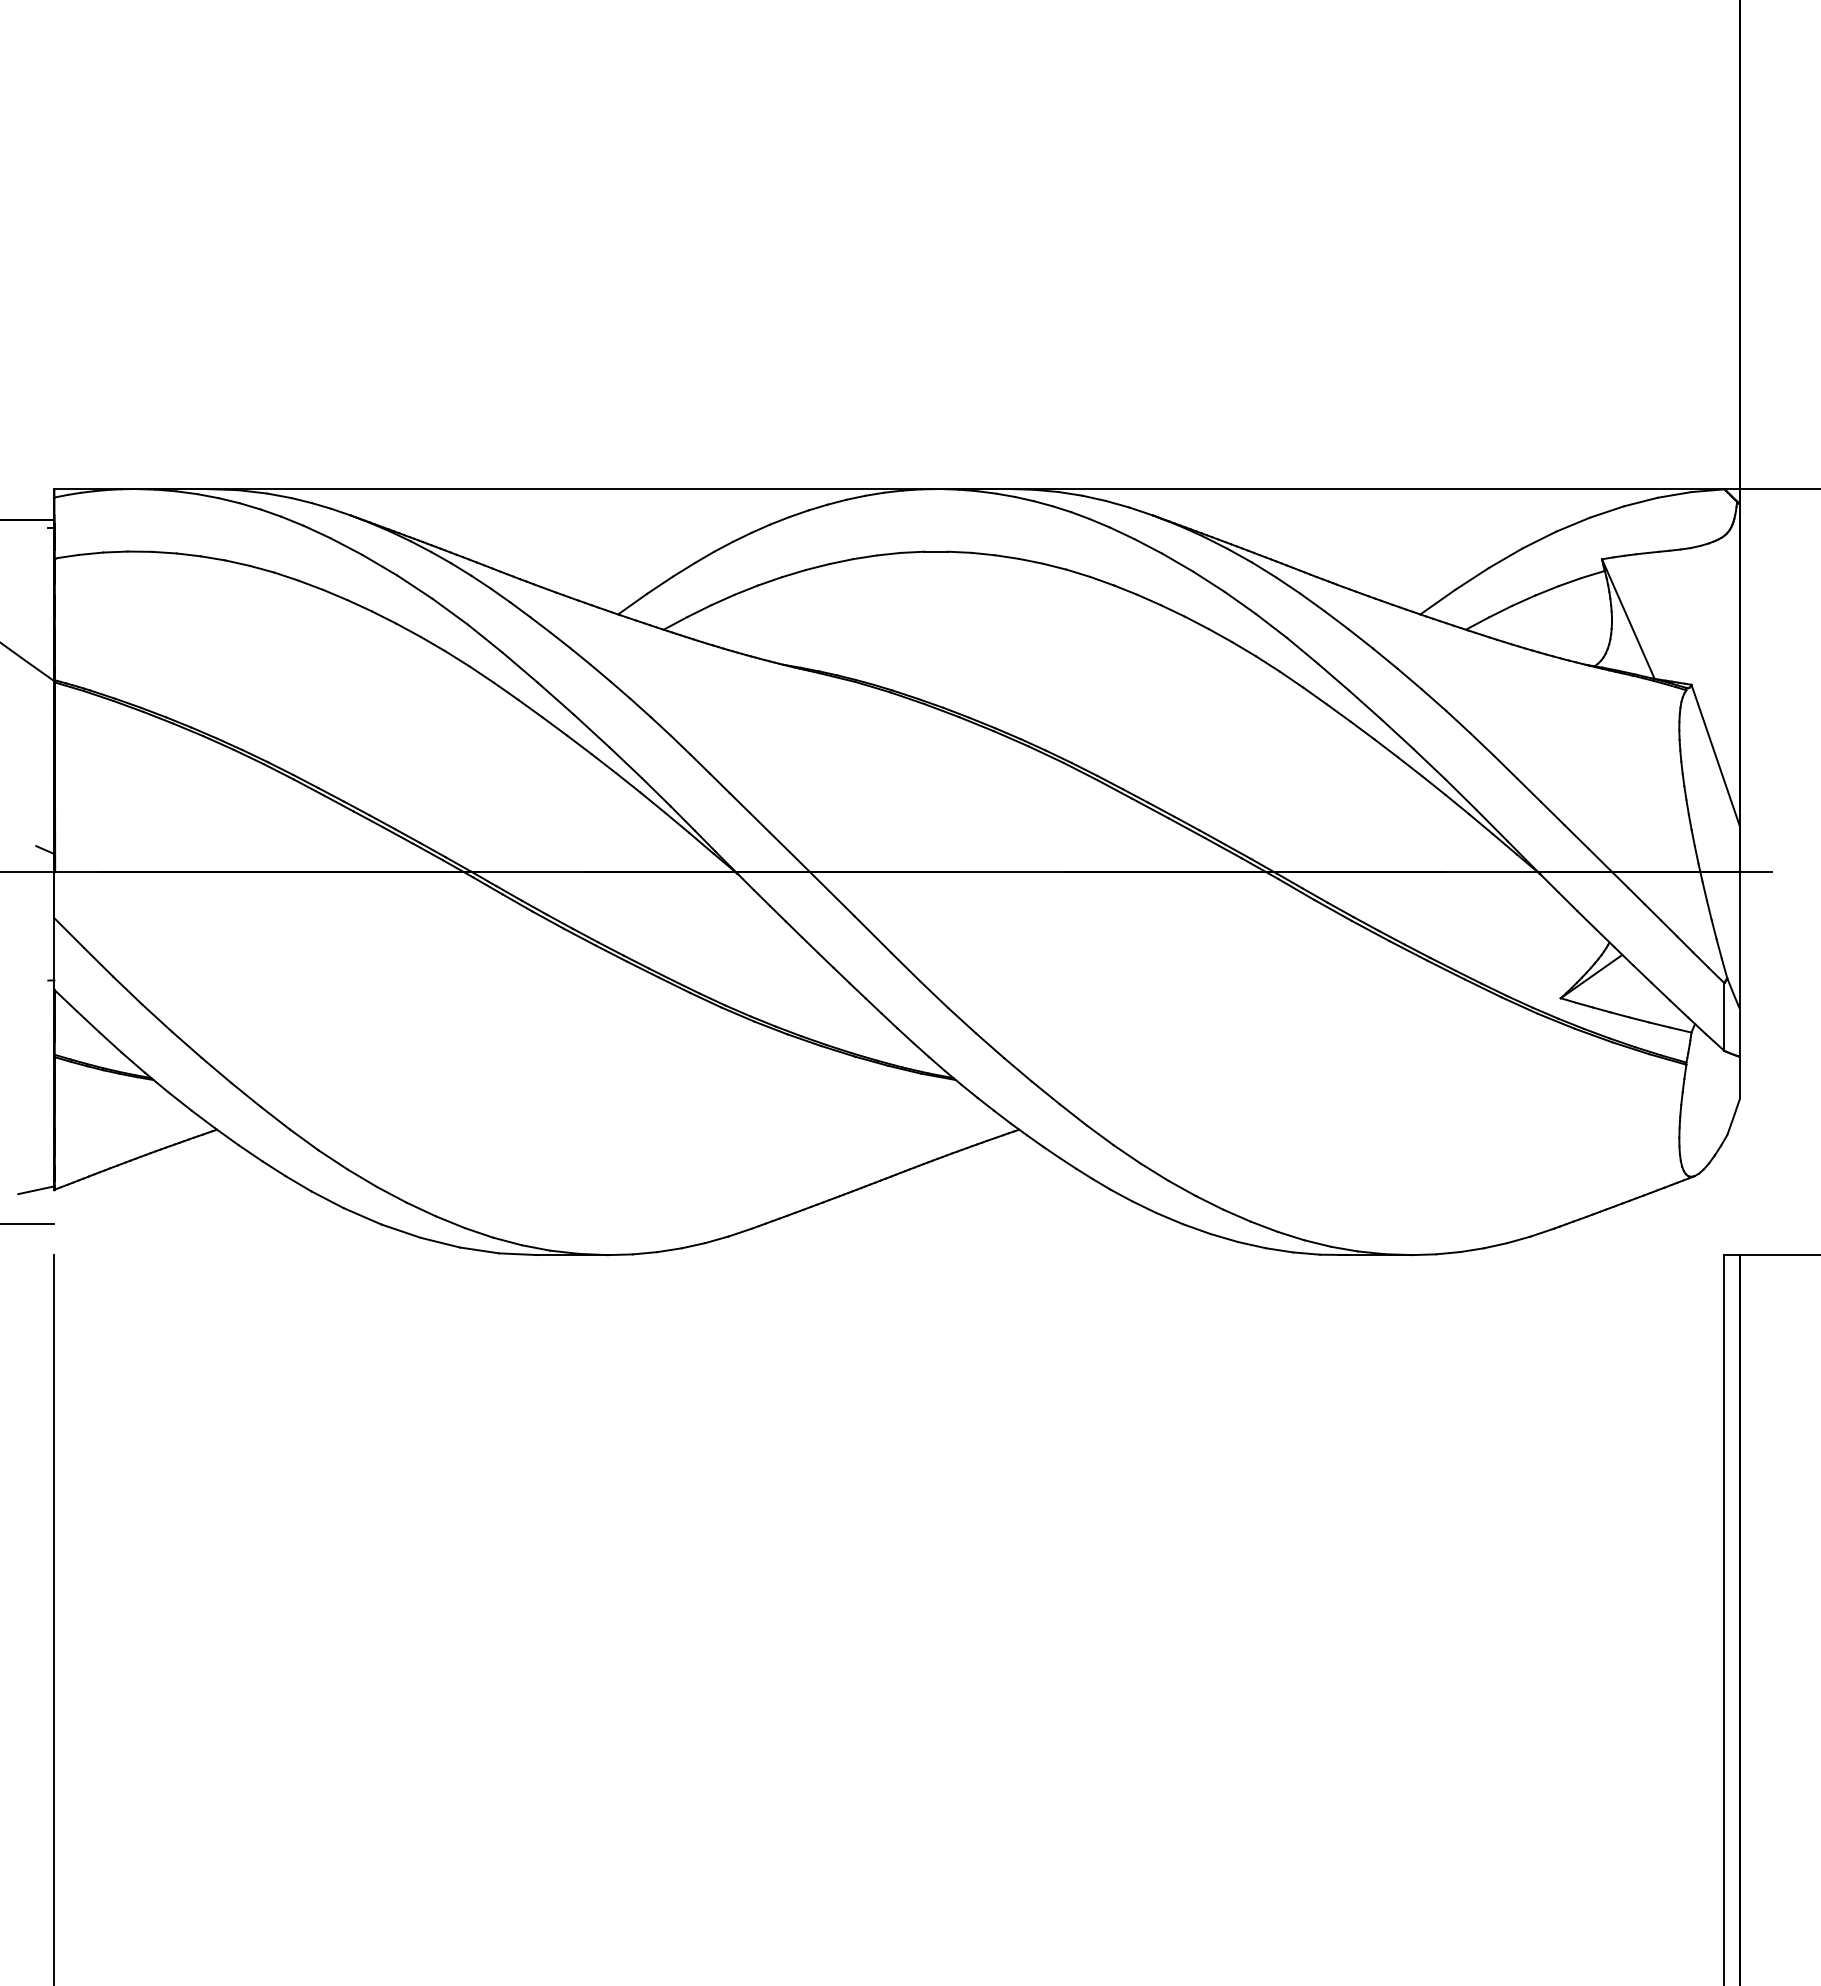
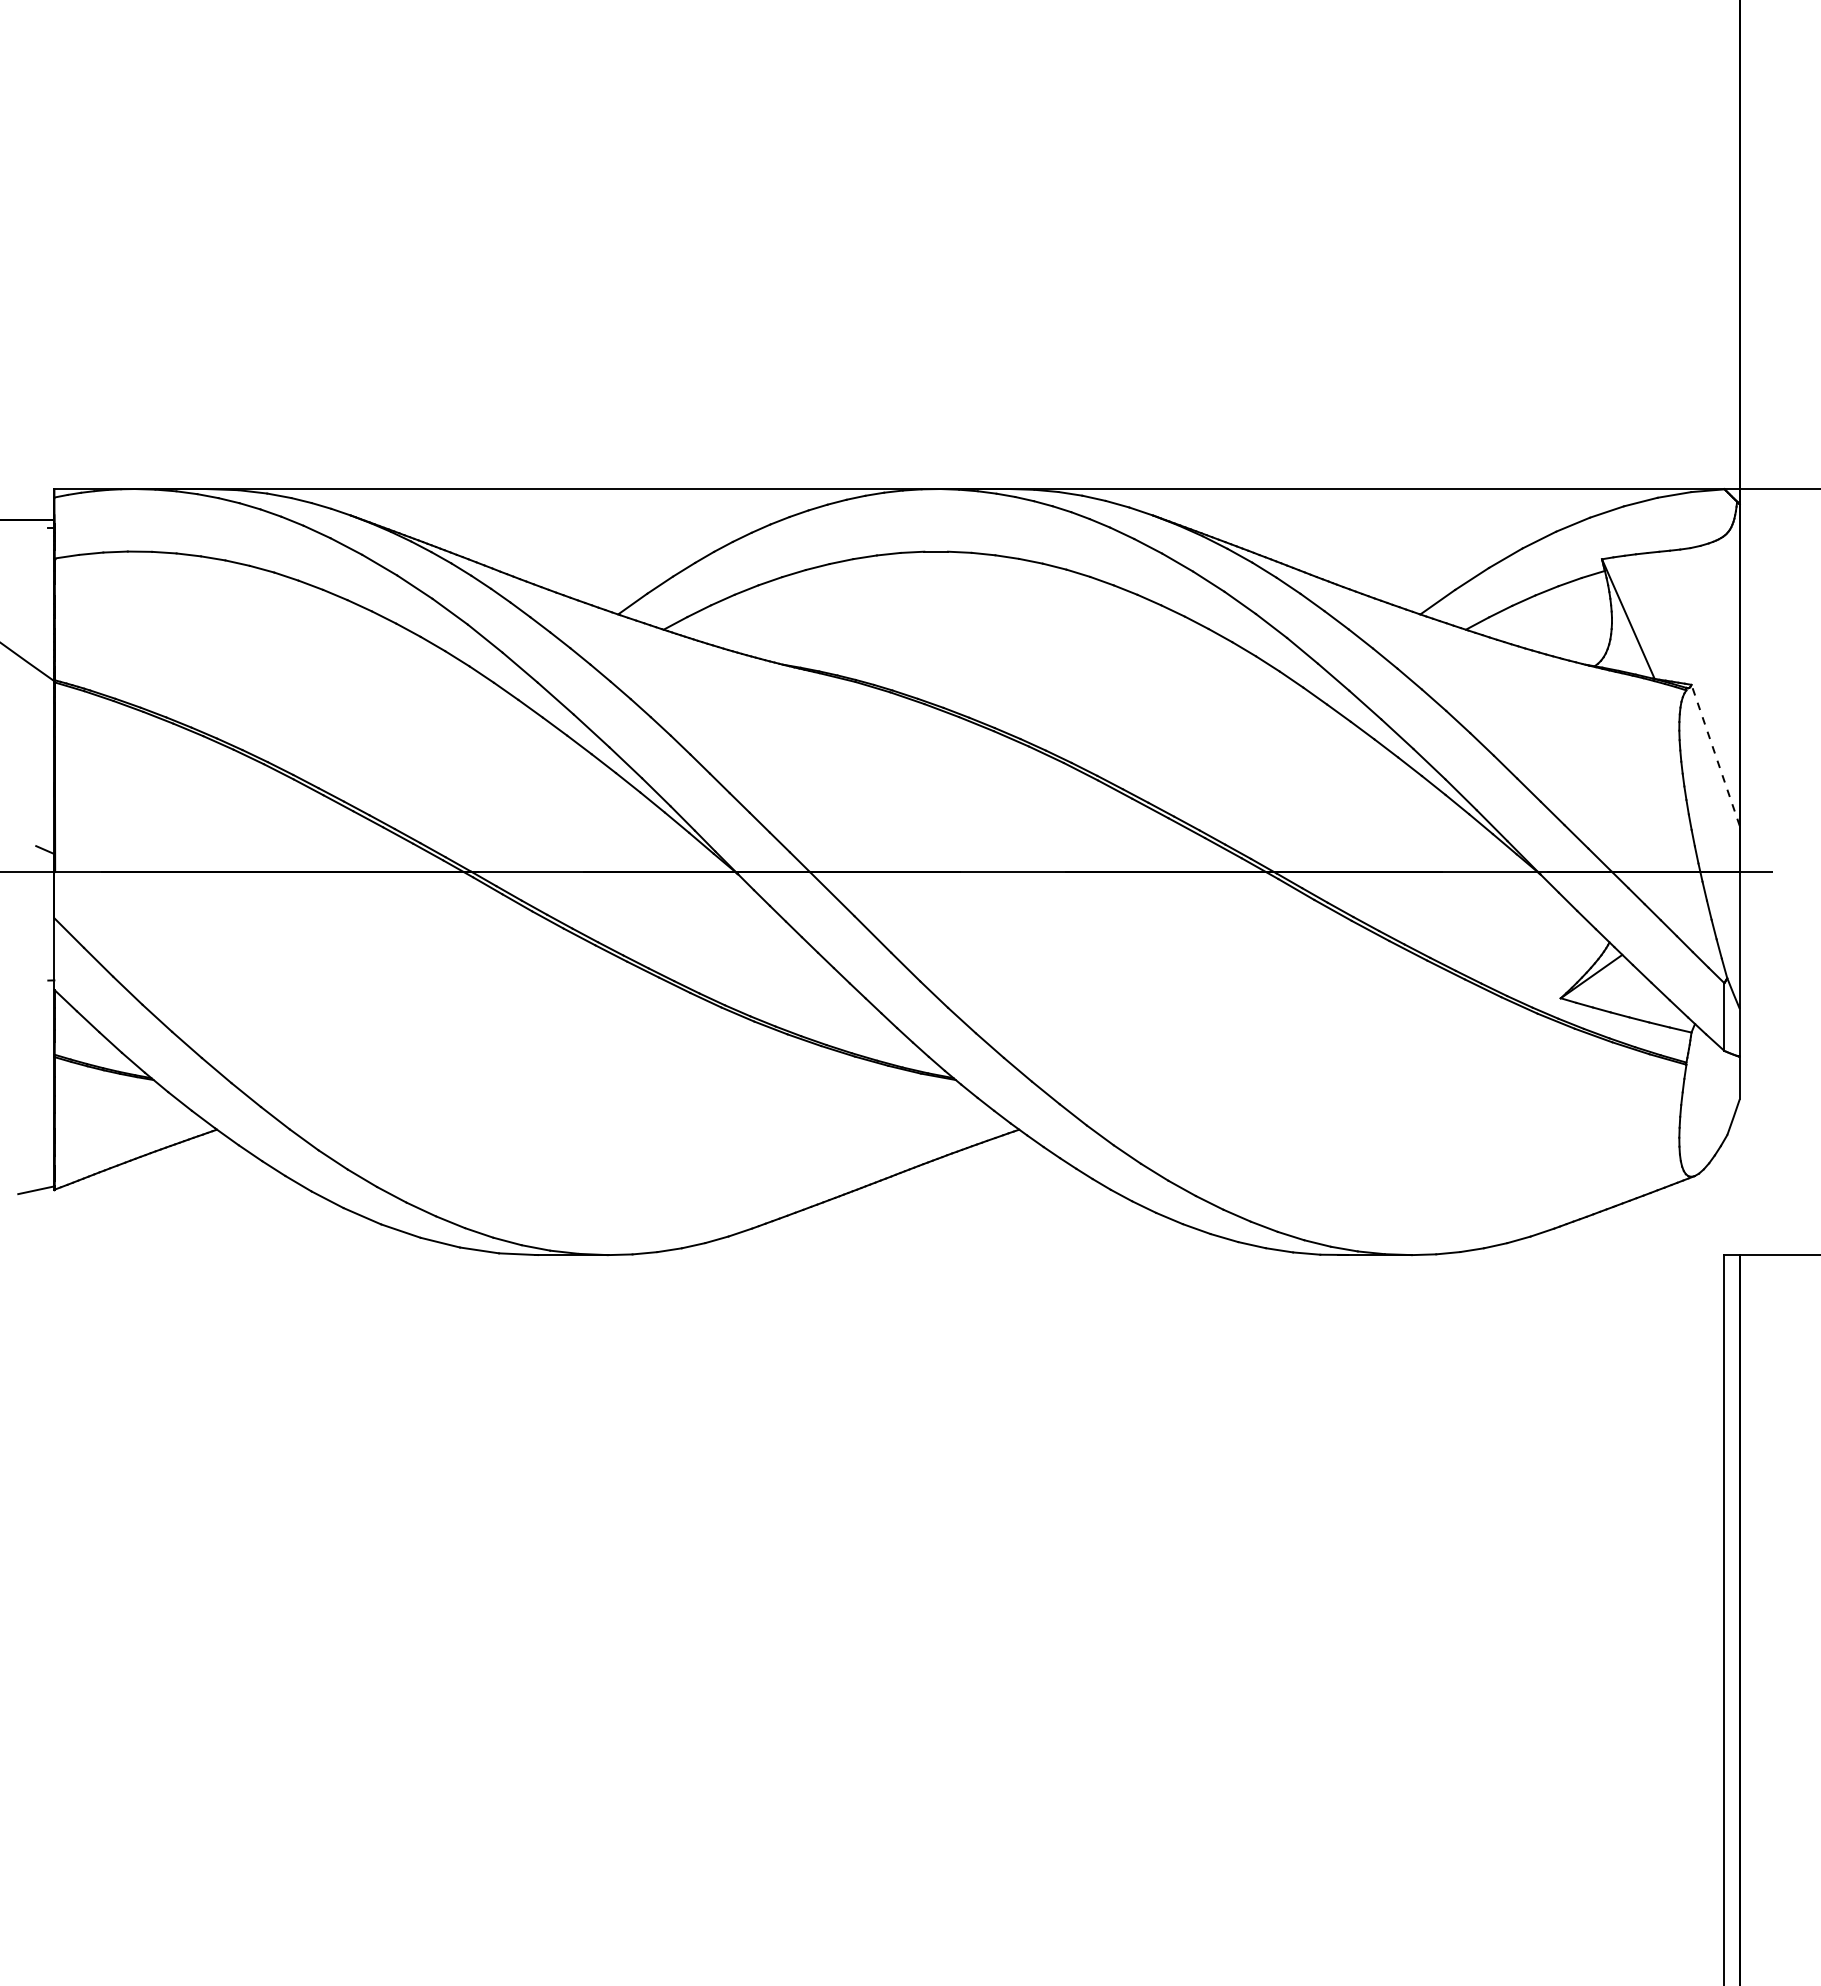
line at (1715, 755): solid -> dashed
line at (28, 1224): present -> none
line at (54, 1618): present -> none
